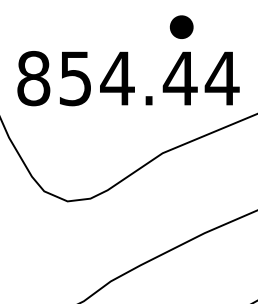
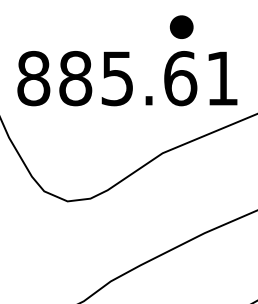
text at (149, 78): 854.44 -> 885.61
